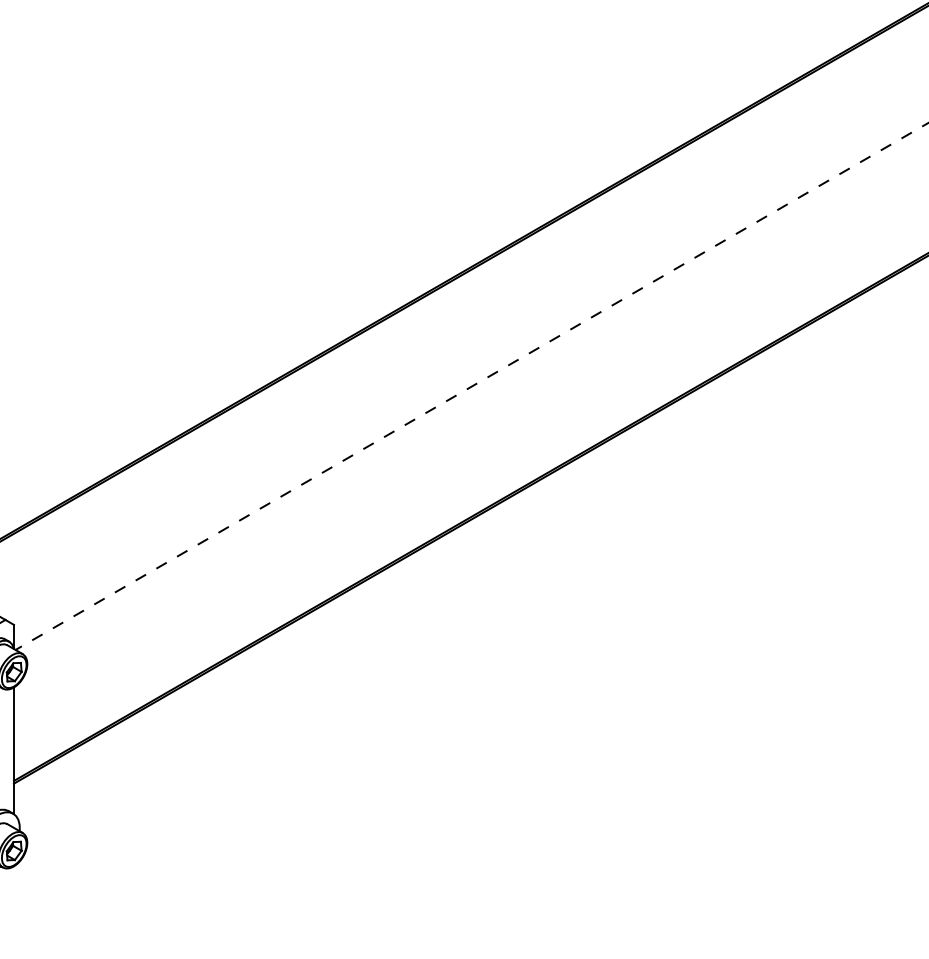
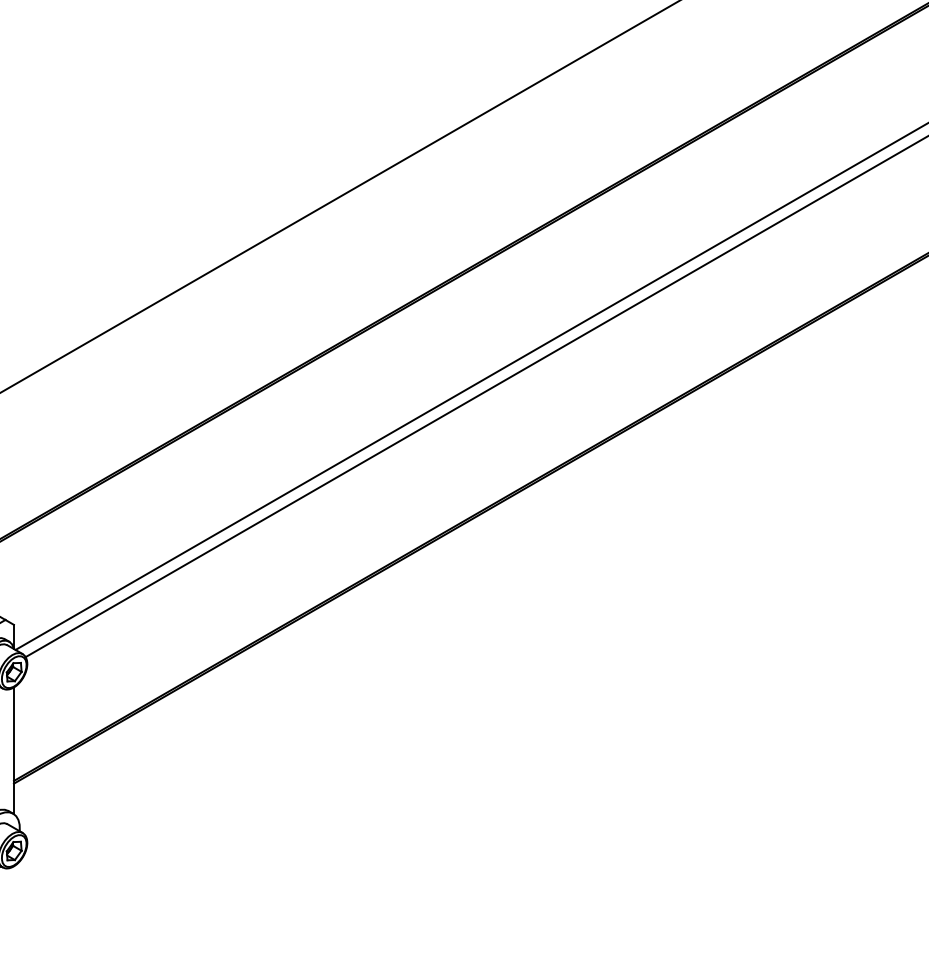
line at (339, 196): none -> present
line at (471, 386): dashed -> solid
line at (475, 397): none -> present
